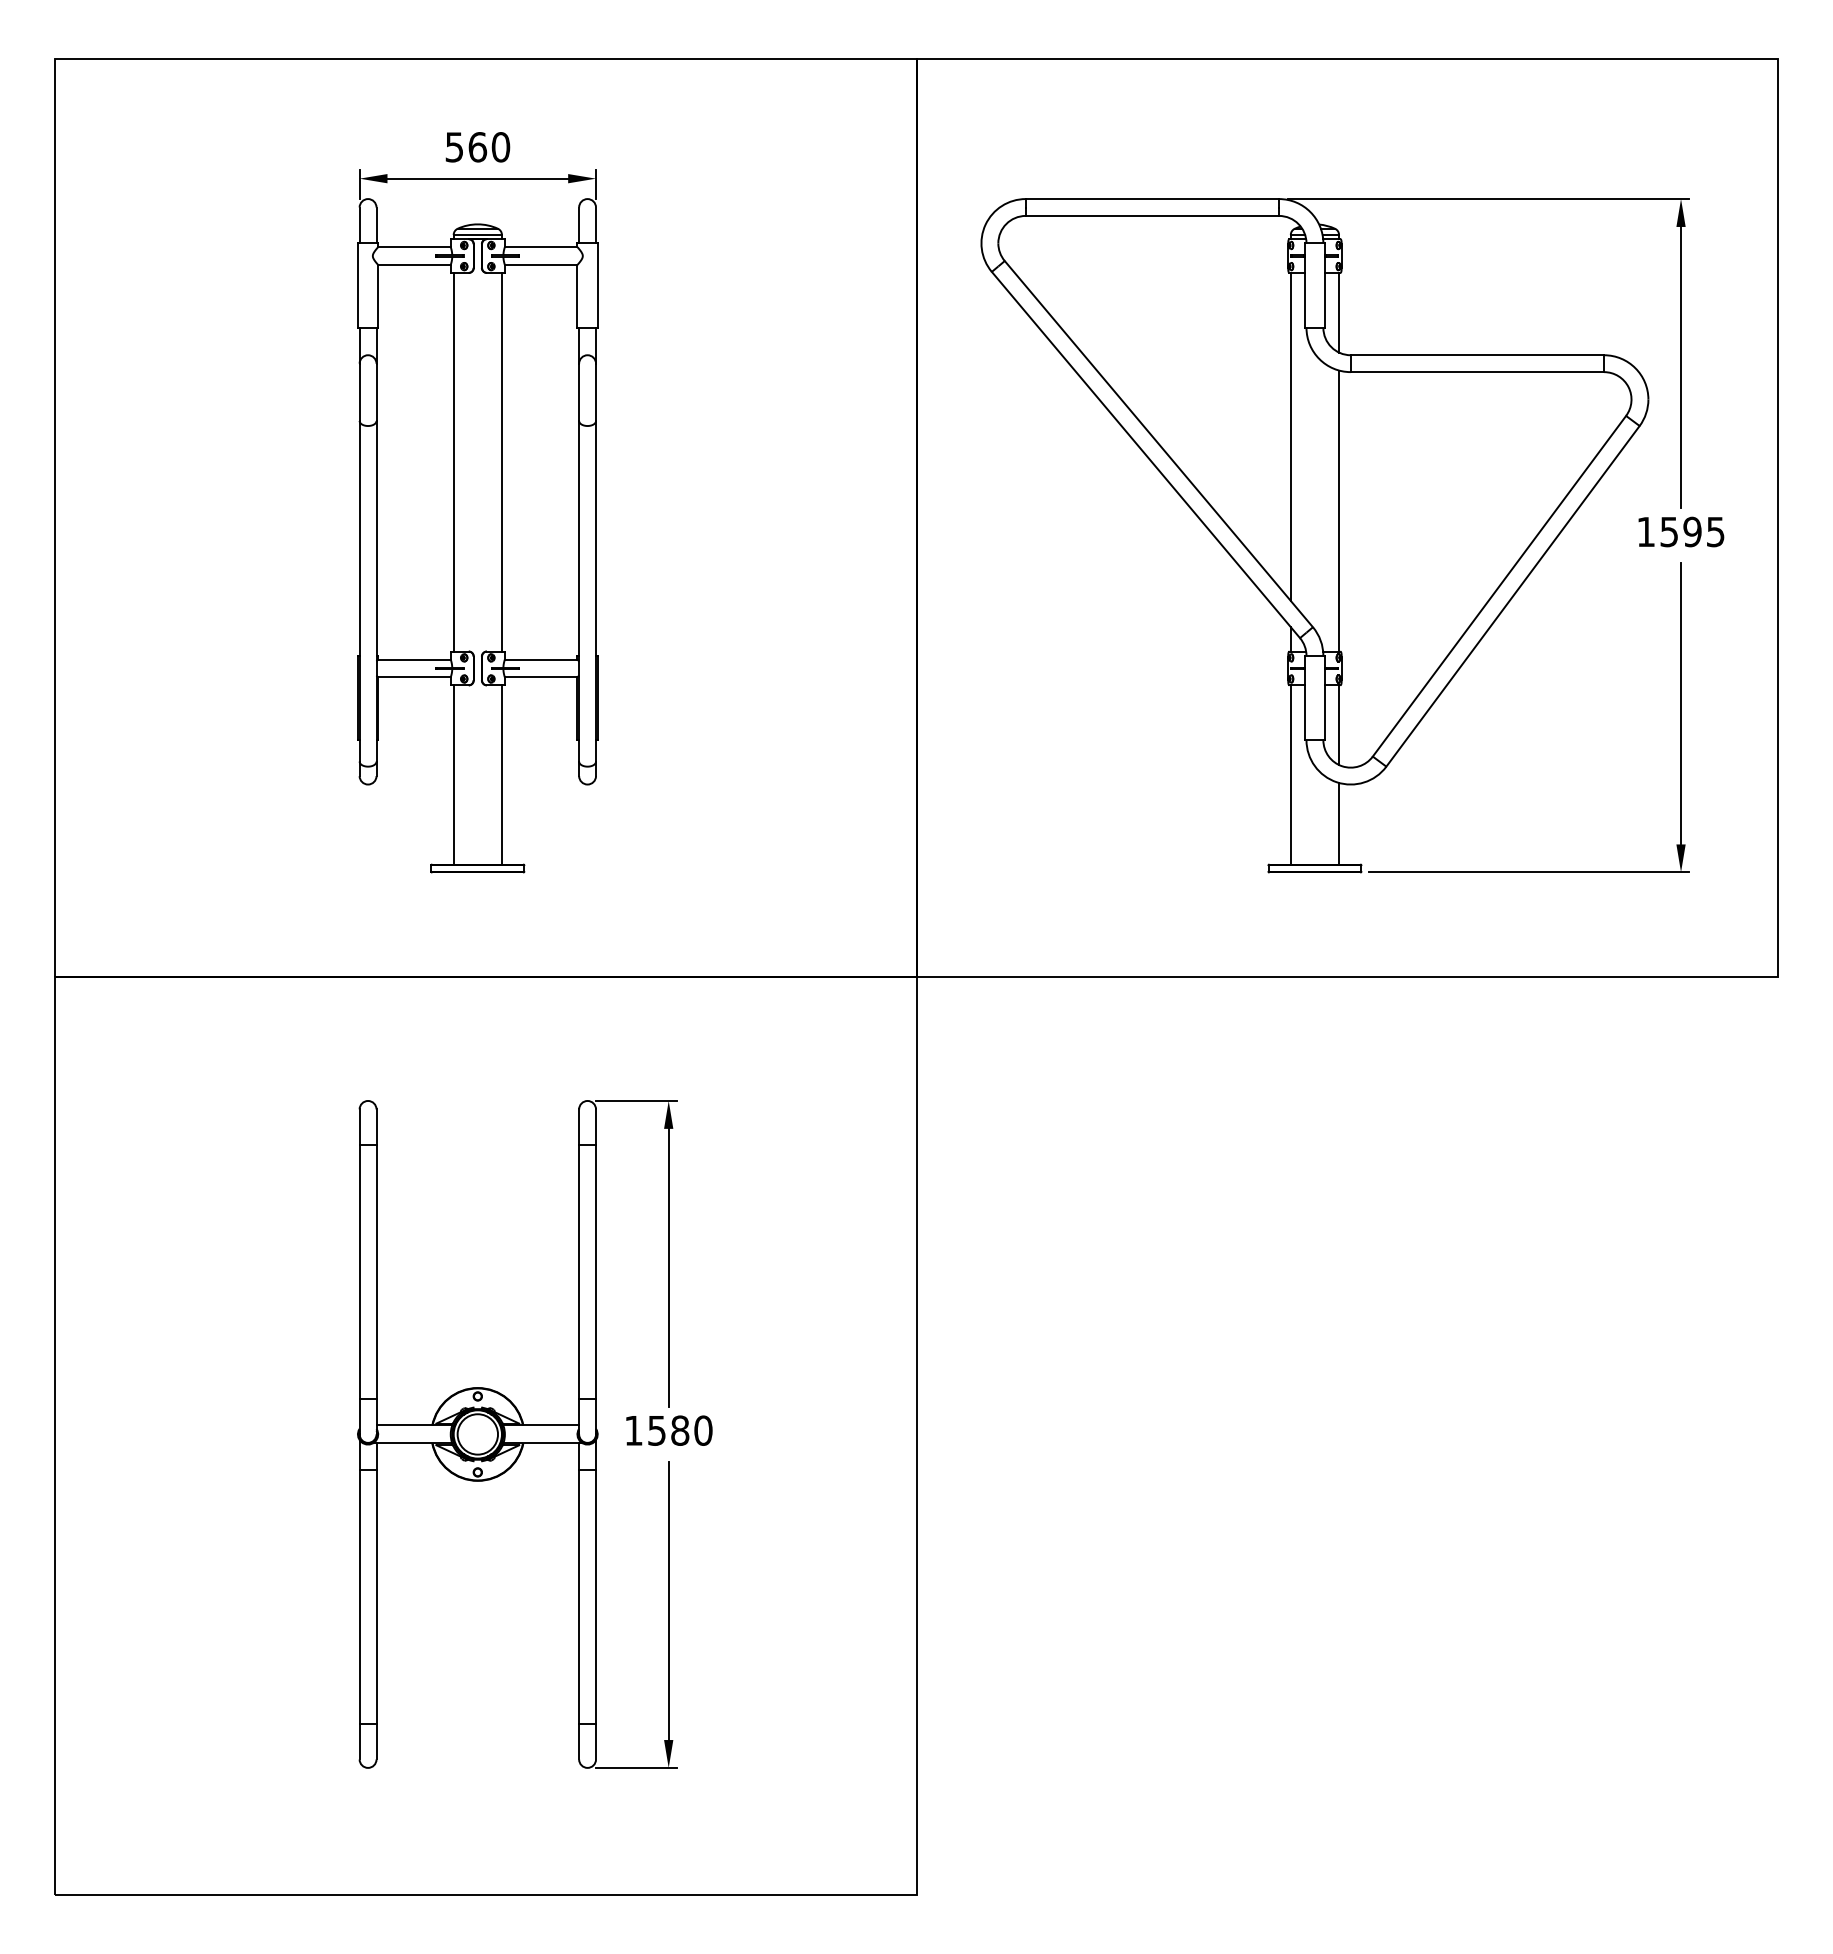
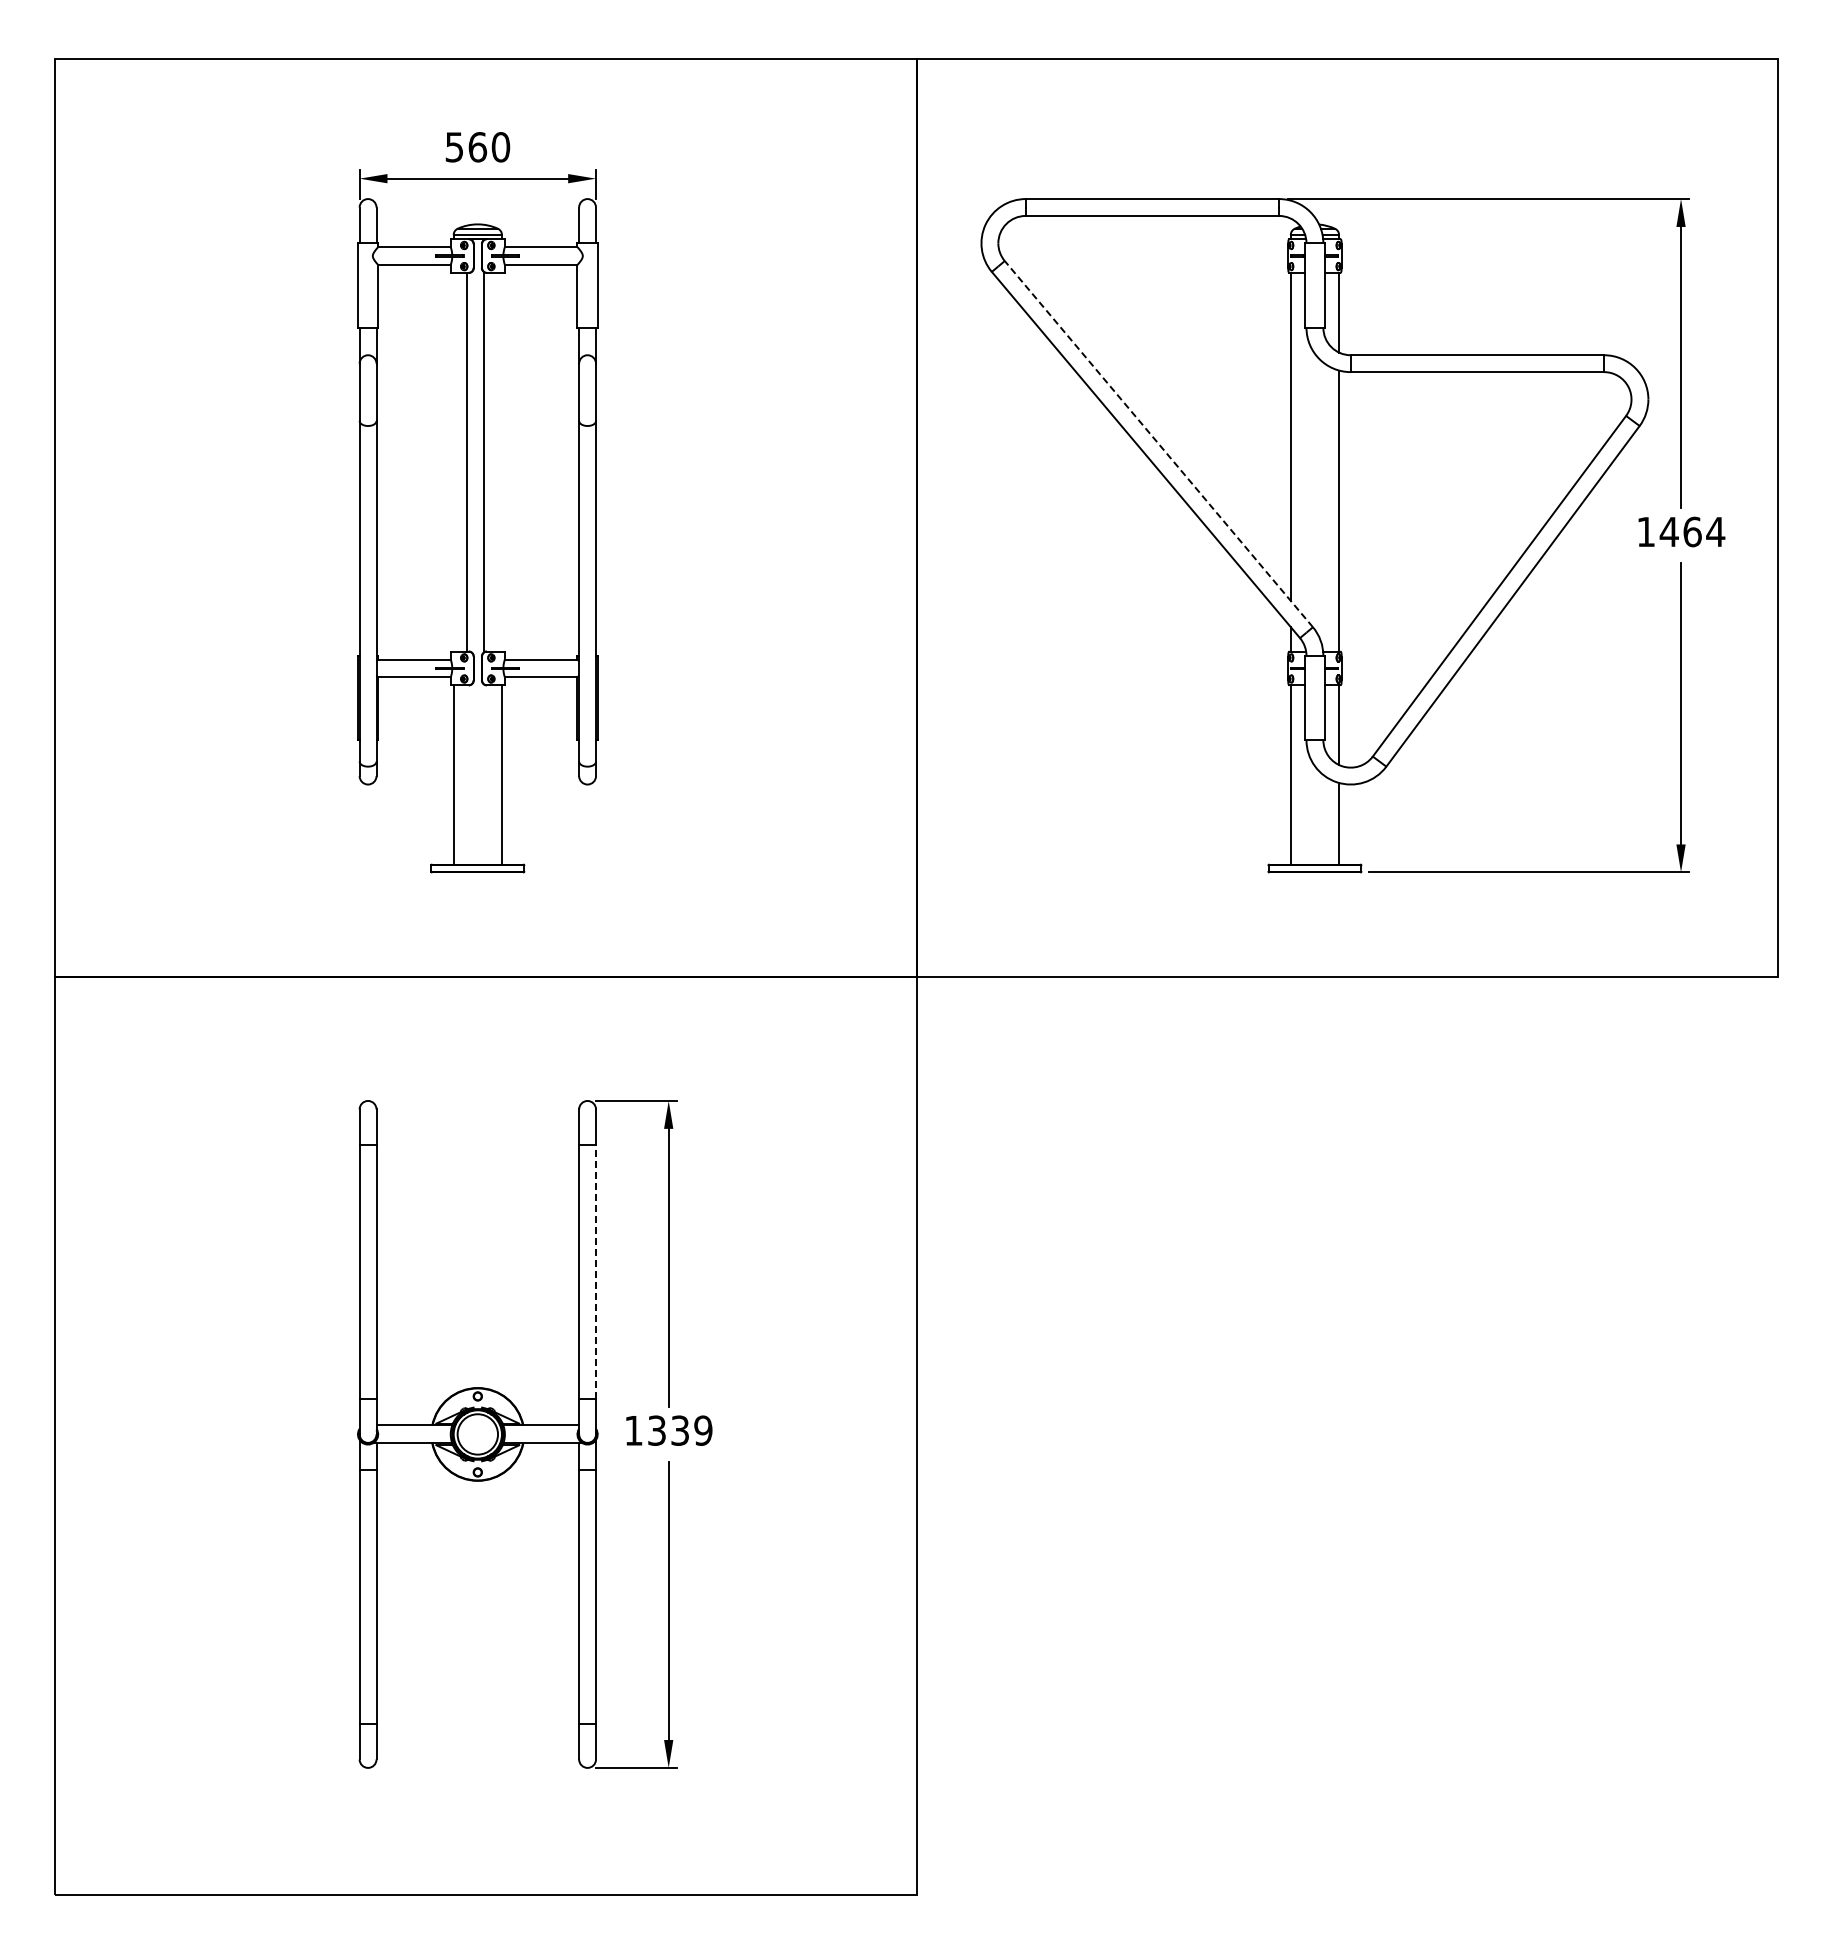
line at (1158, 443): solid -> dashed
line at (453, 461) position: (453, 461) -> (466, 461)
line at (501, 461) position: (501, 461) -> (483, 461)
text at (1692, 531): 1595 -> 1464
line at (596, 1271): solid -> dashed
text at (680, 1430): 1580 -> 1339
